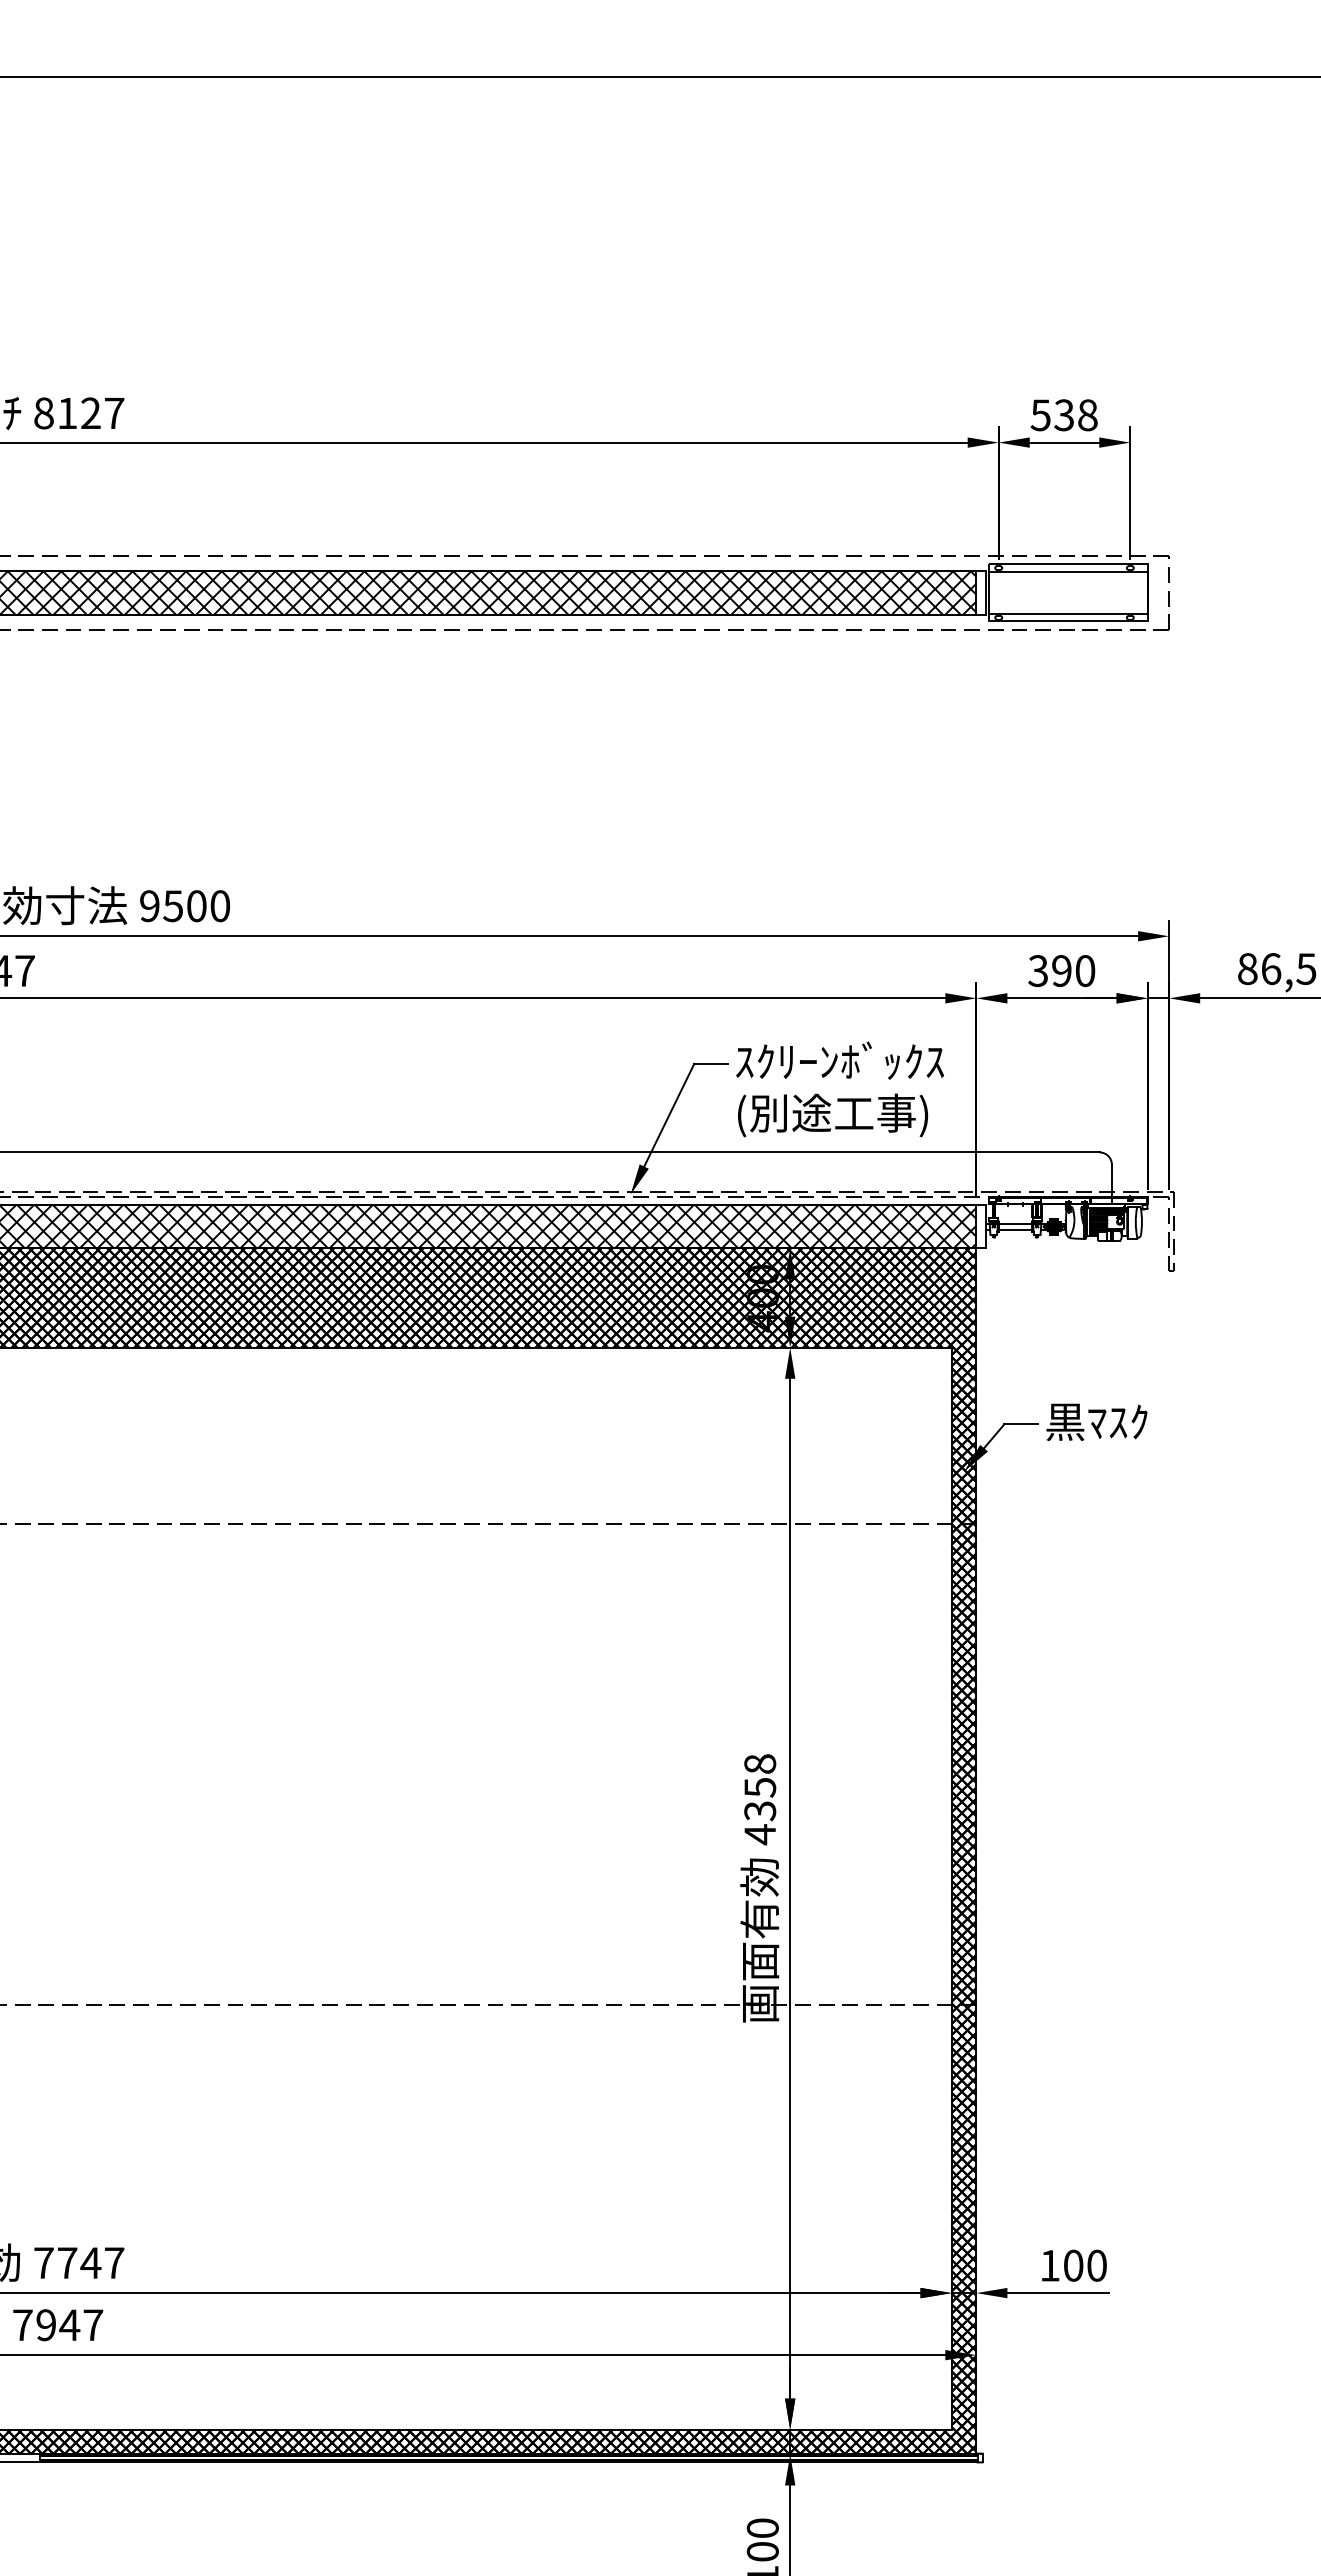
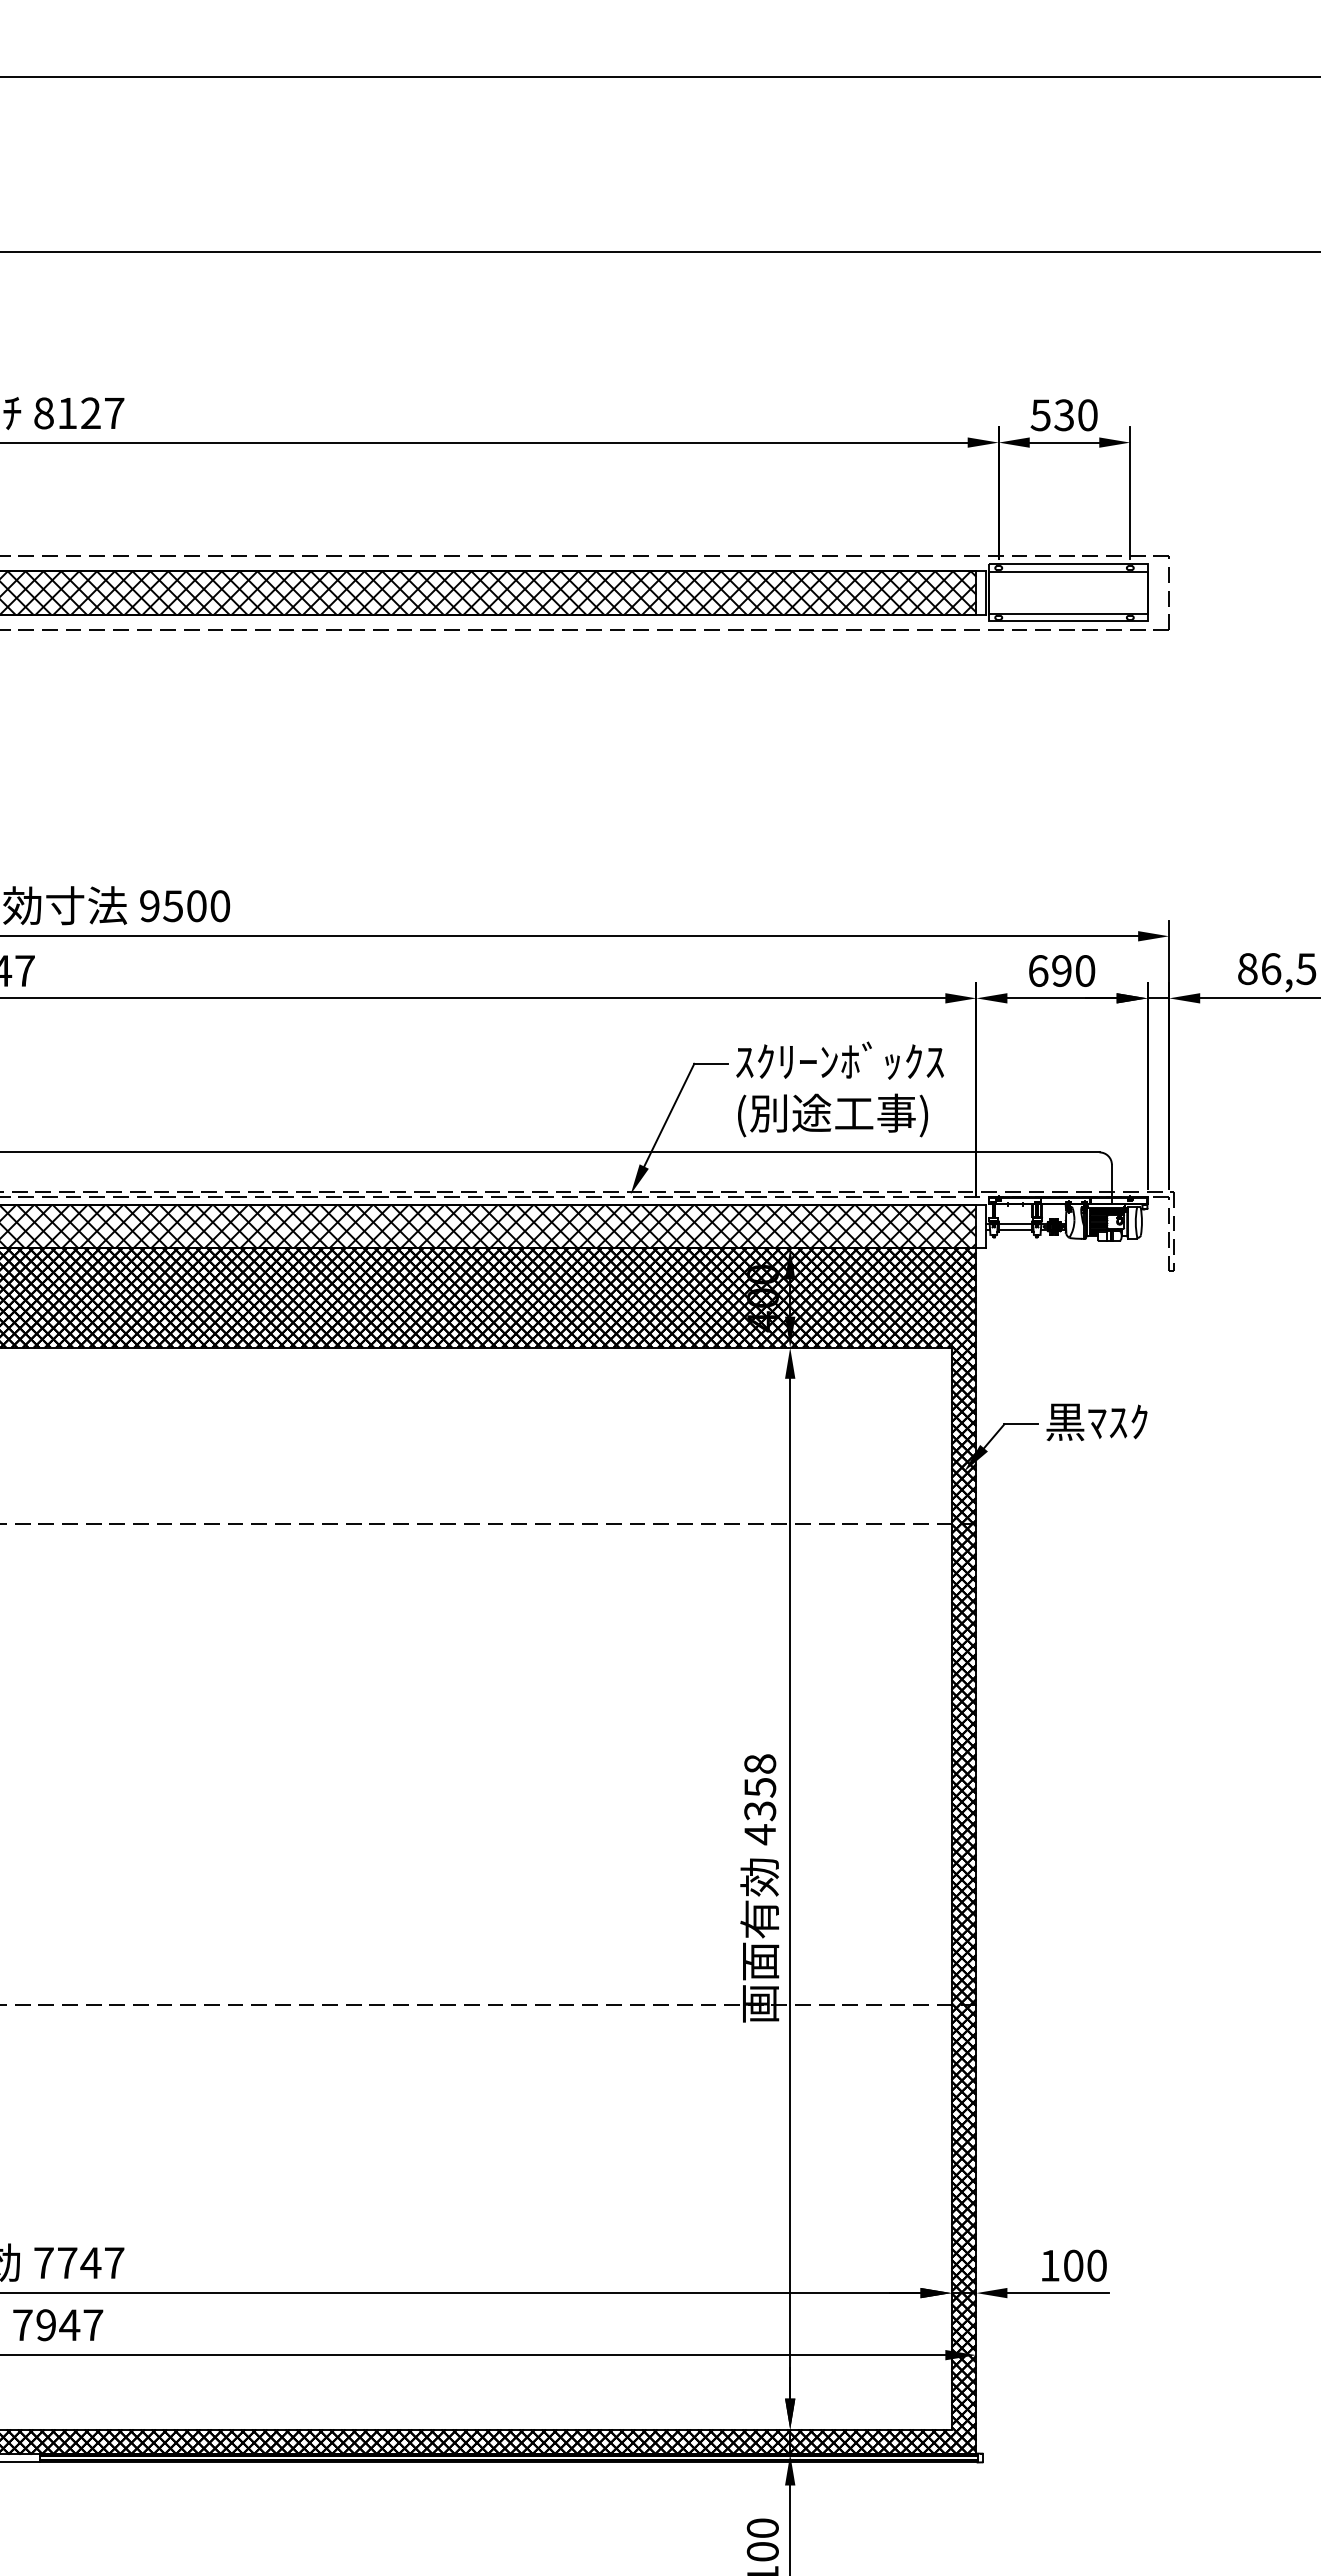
line at (659, 252): none -> present
text at (1087, 415): 538 -> 530
text at (1038, 970): 390 -> 690
